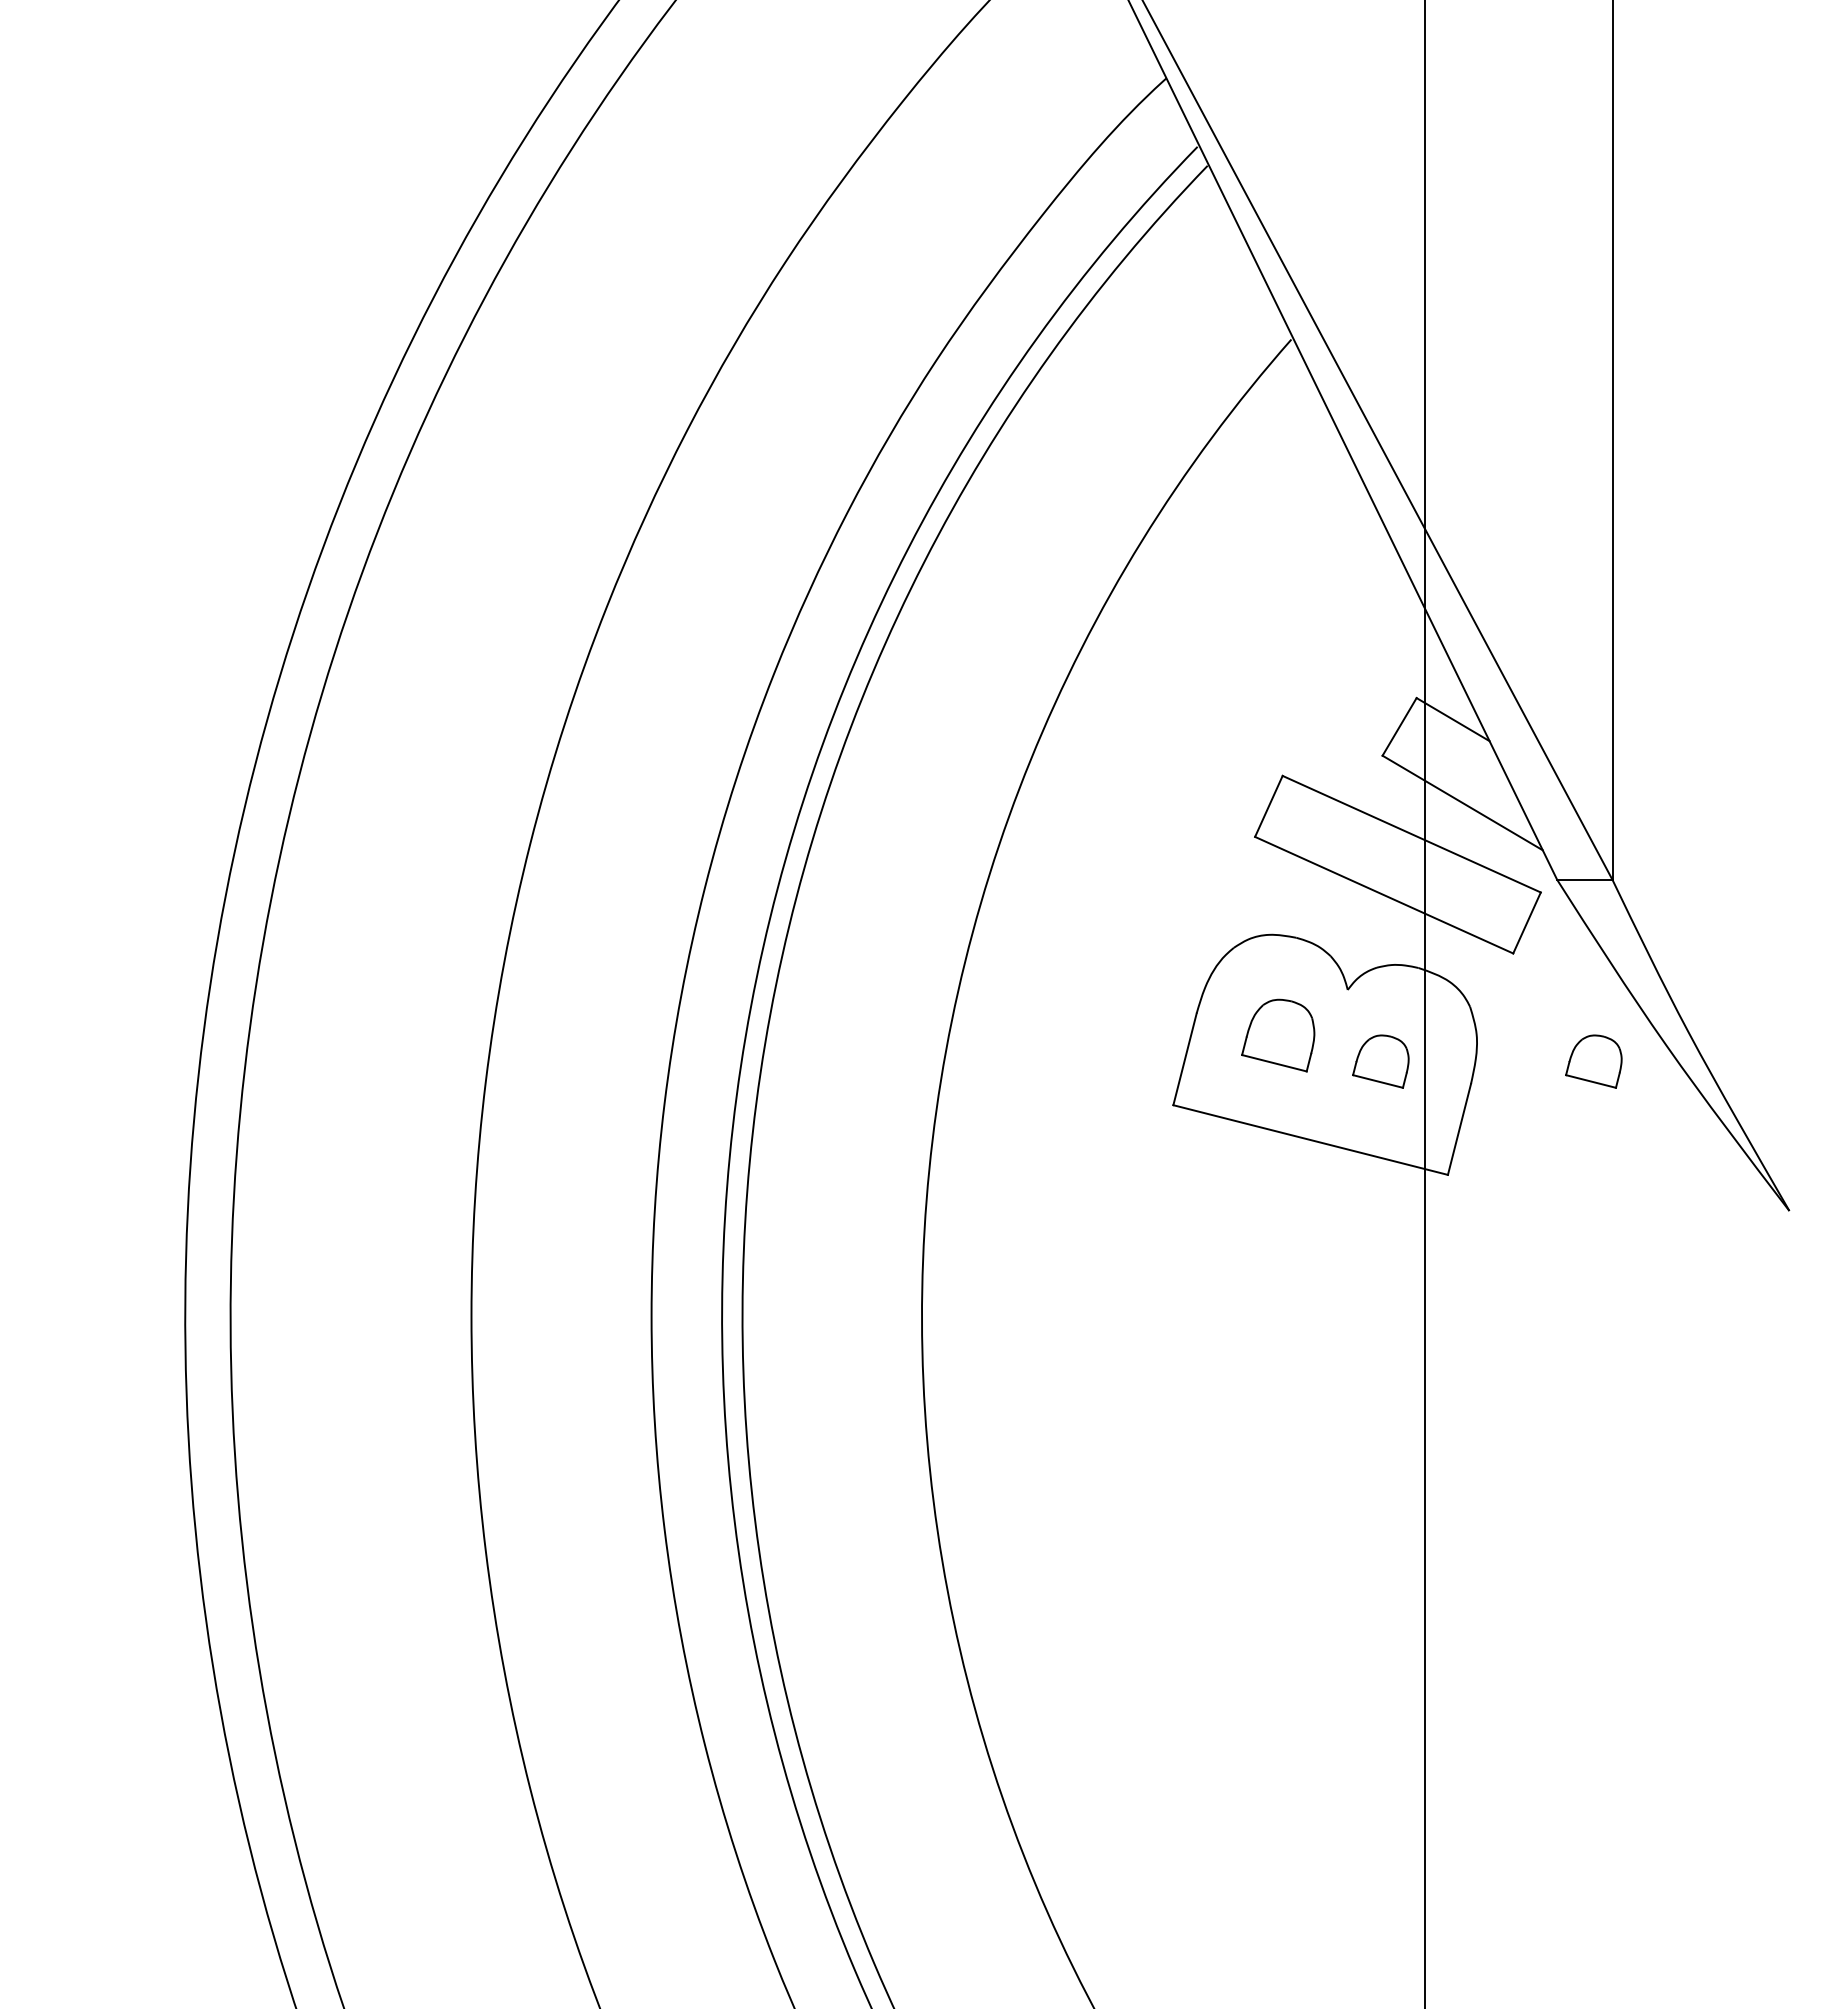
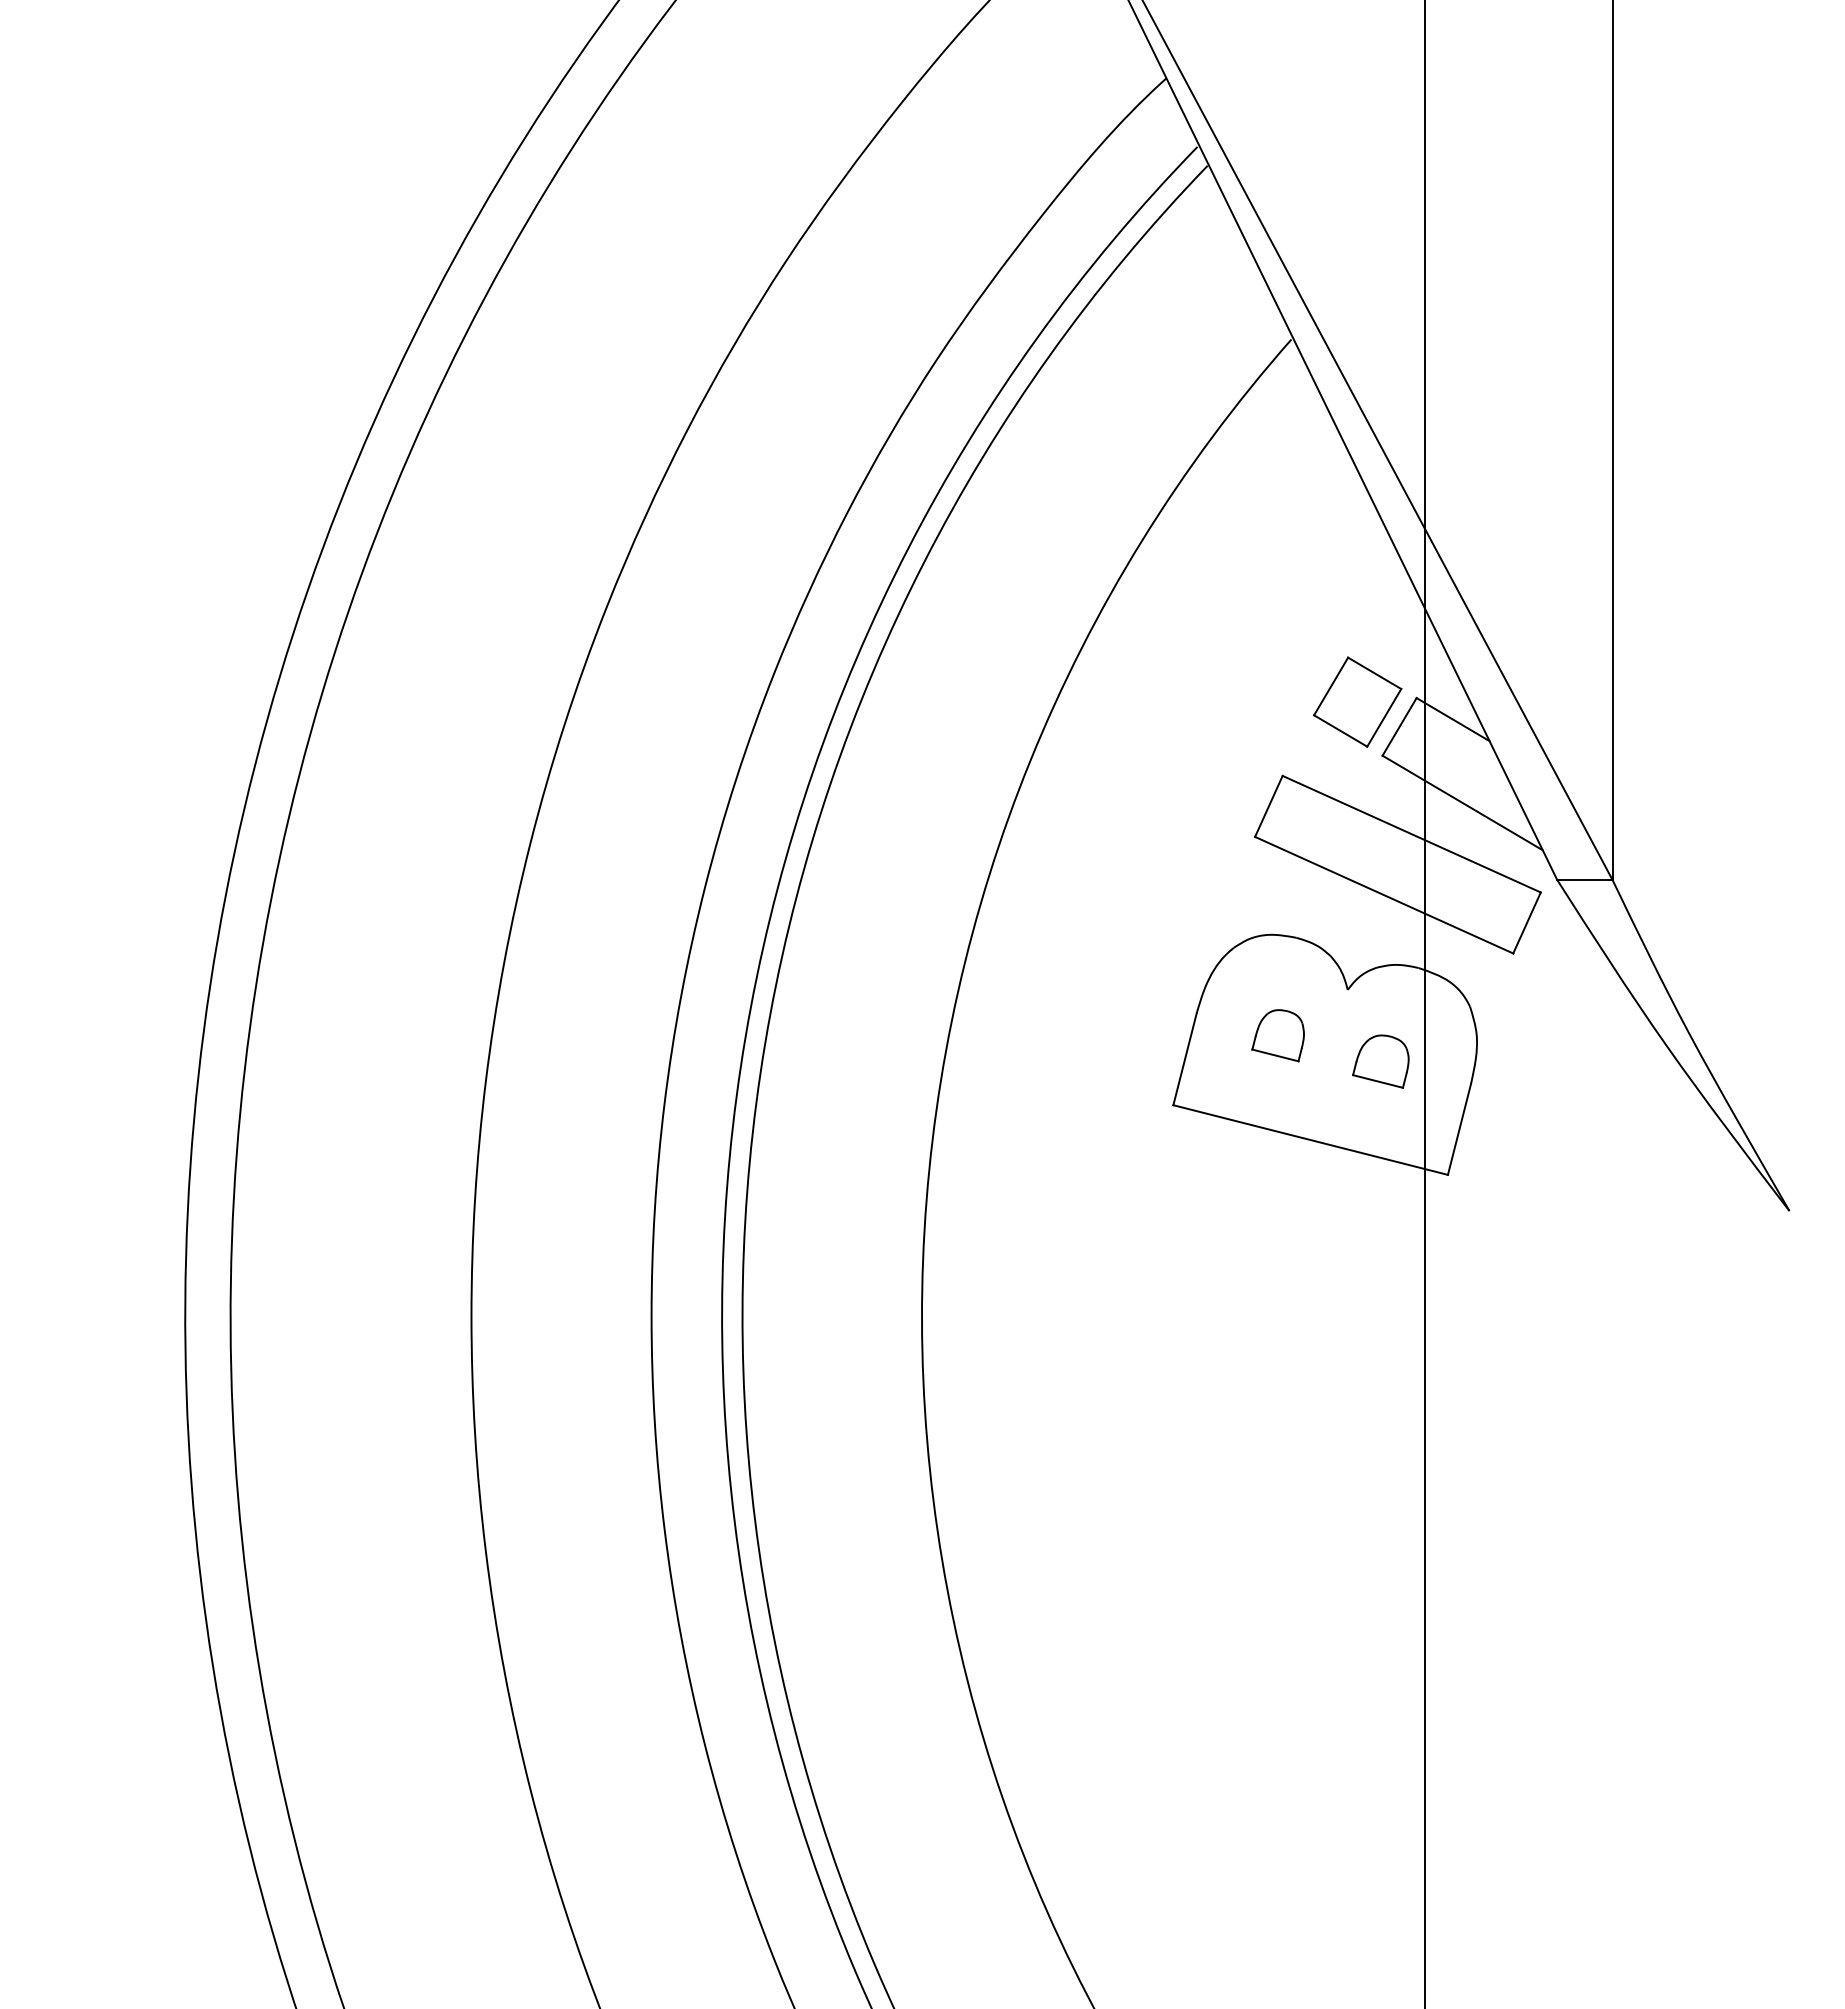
part at (1357, 701): none -> present
part at (1278, 1035) size: 75x75 px -> 54x54 px
part at (1593, 1061): present -> none
